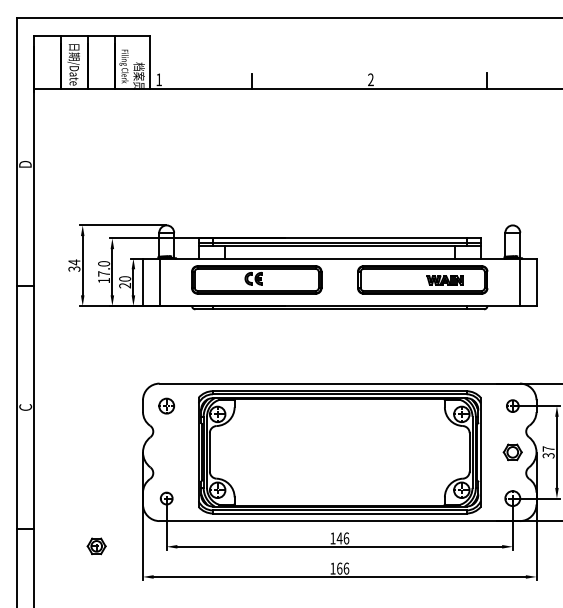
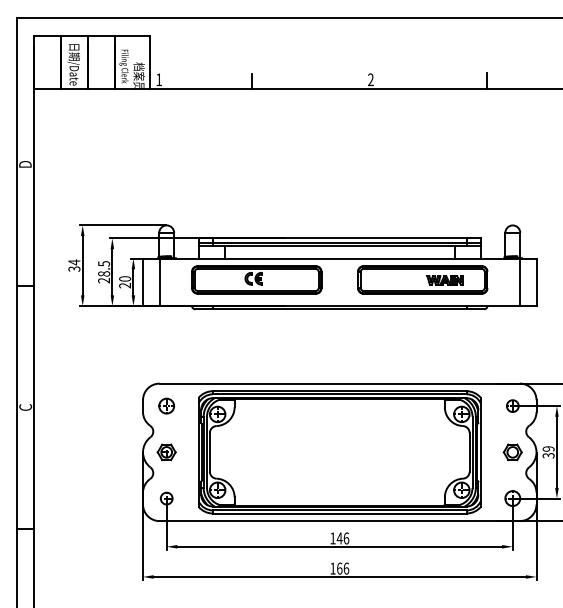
text at (104, 272): 17.0 -> 28.5
text at (548, 448): 37 -> 39
part at (96, 546) position: (96, 546) -> (166, 452)
